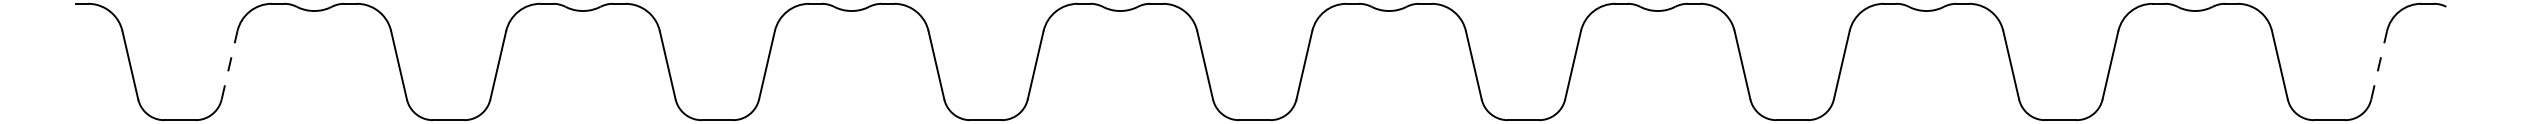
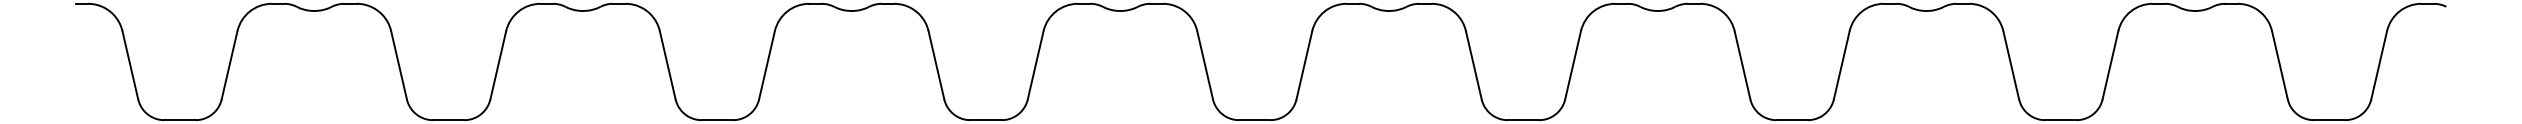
line at (229, 64): dashed -> solid
line at (2379, 64): dashed -> solid
